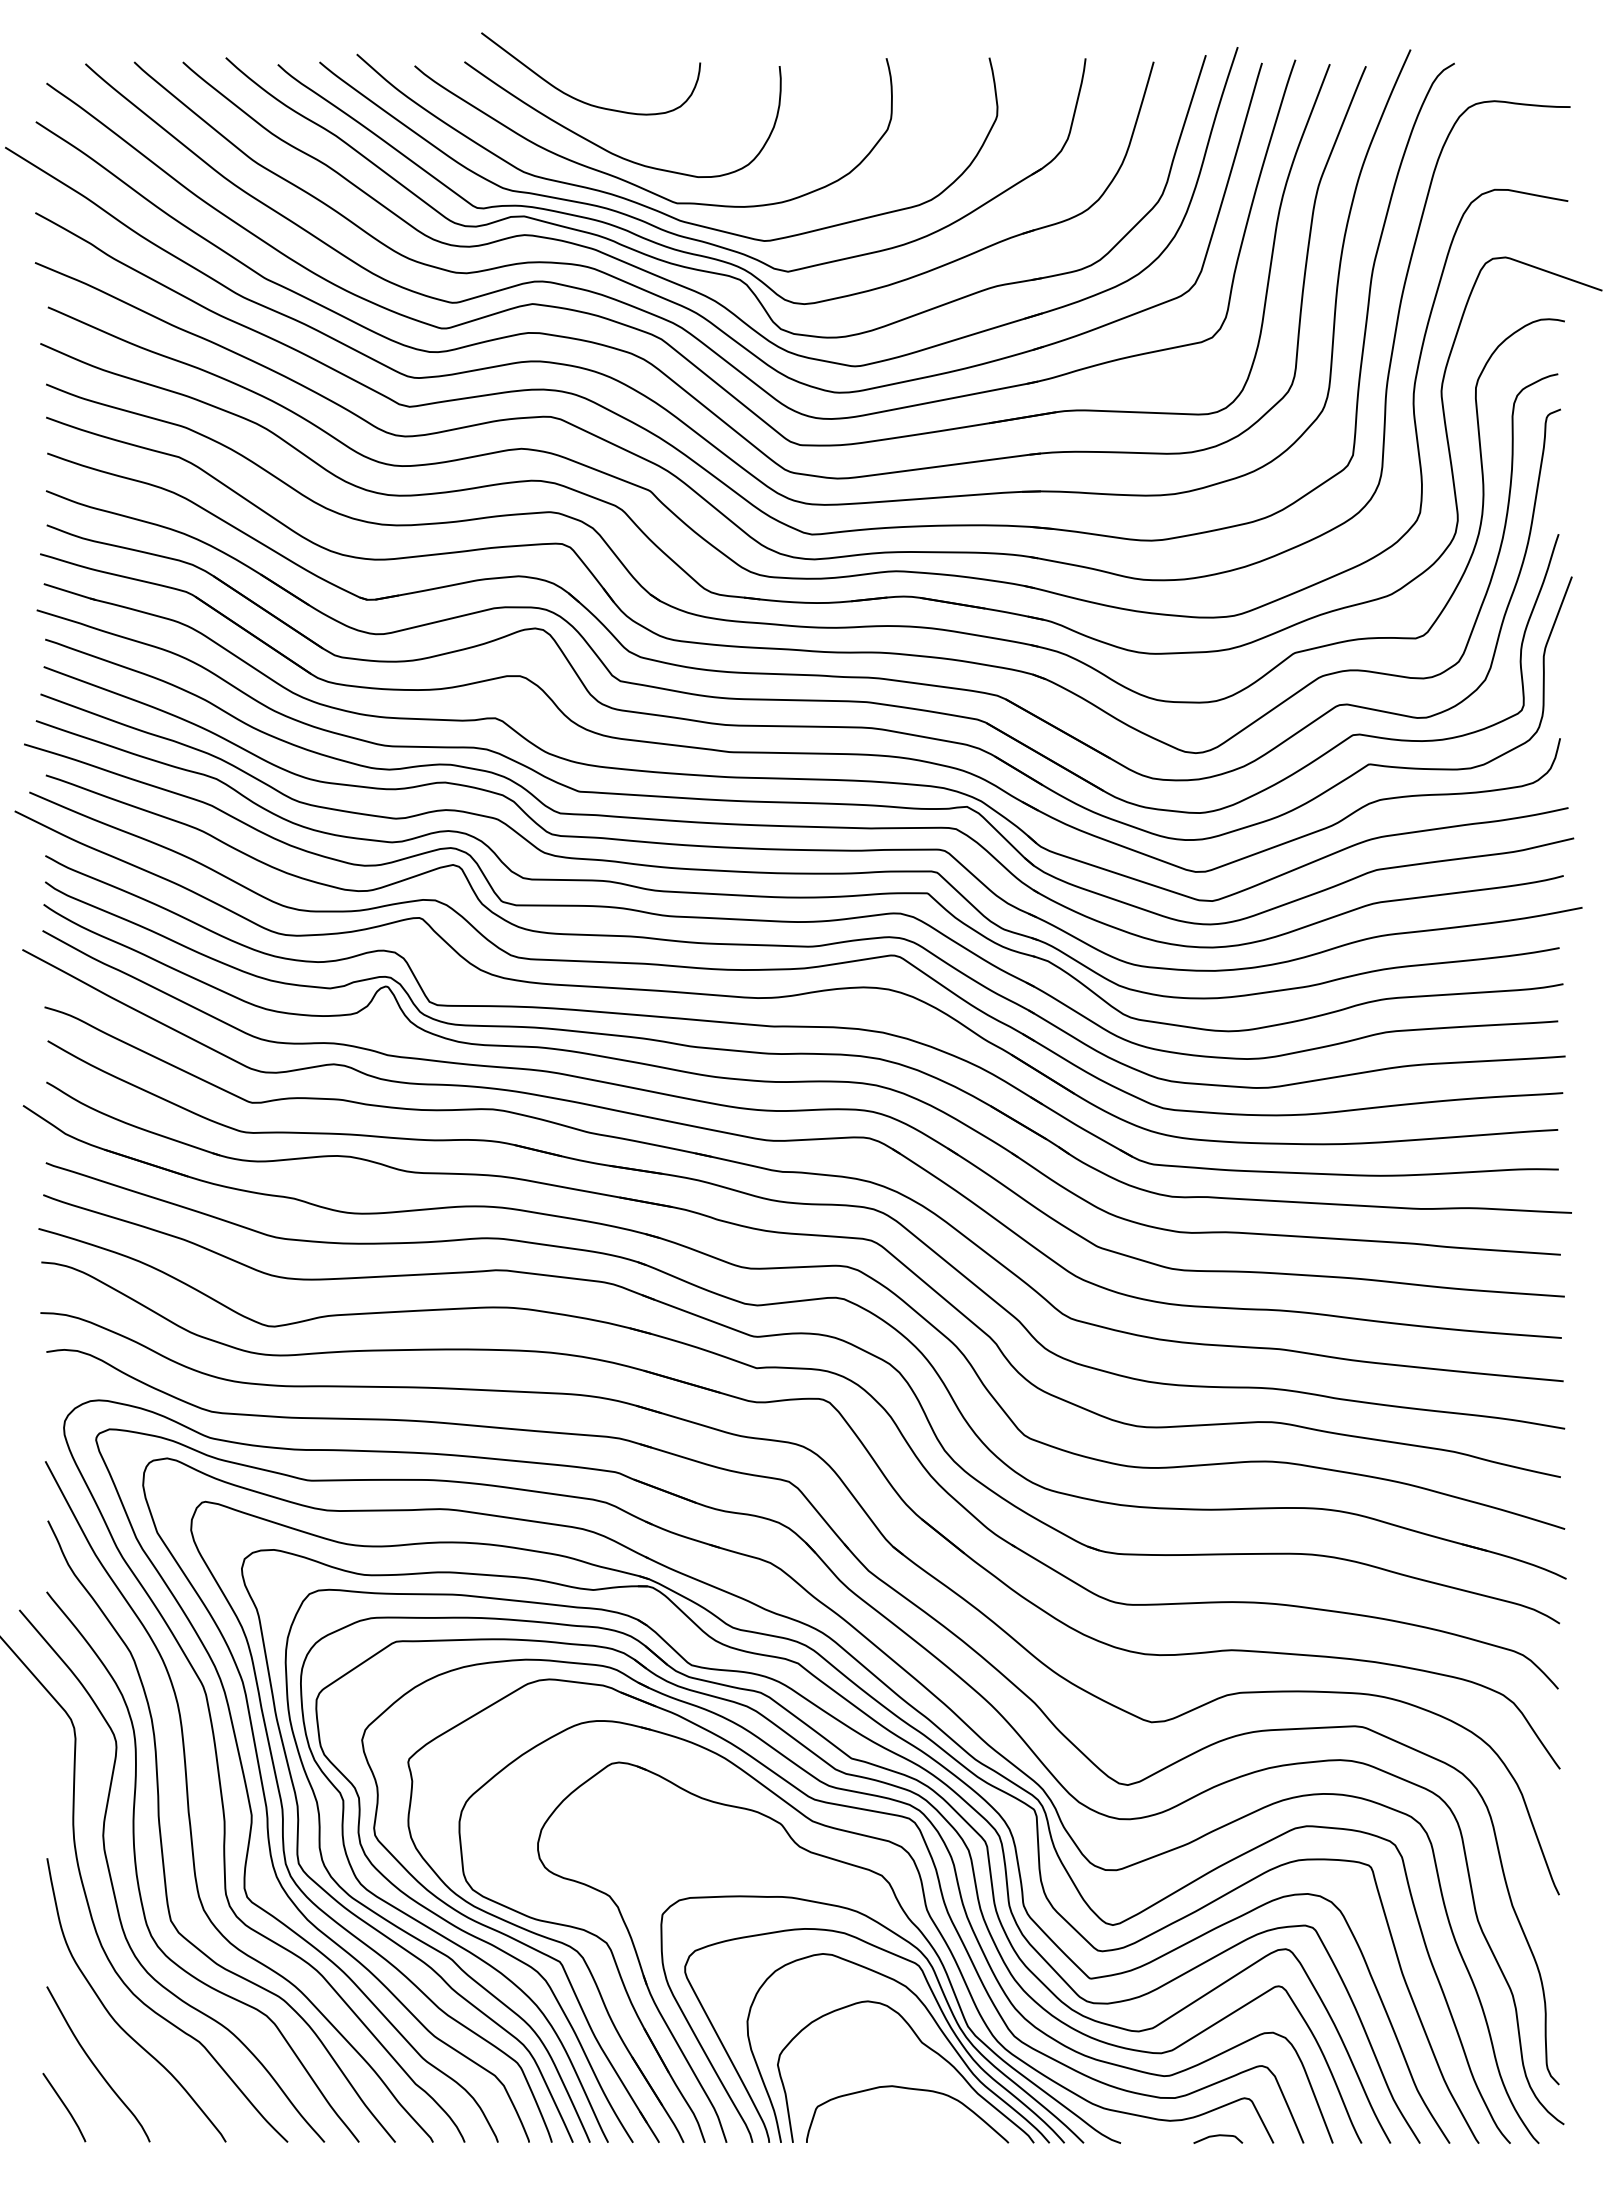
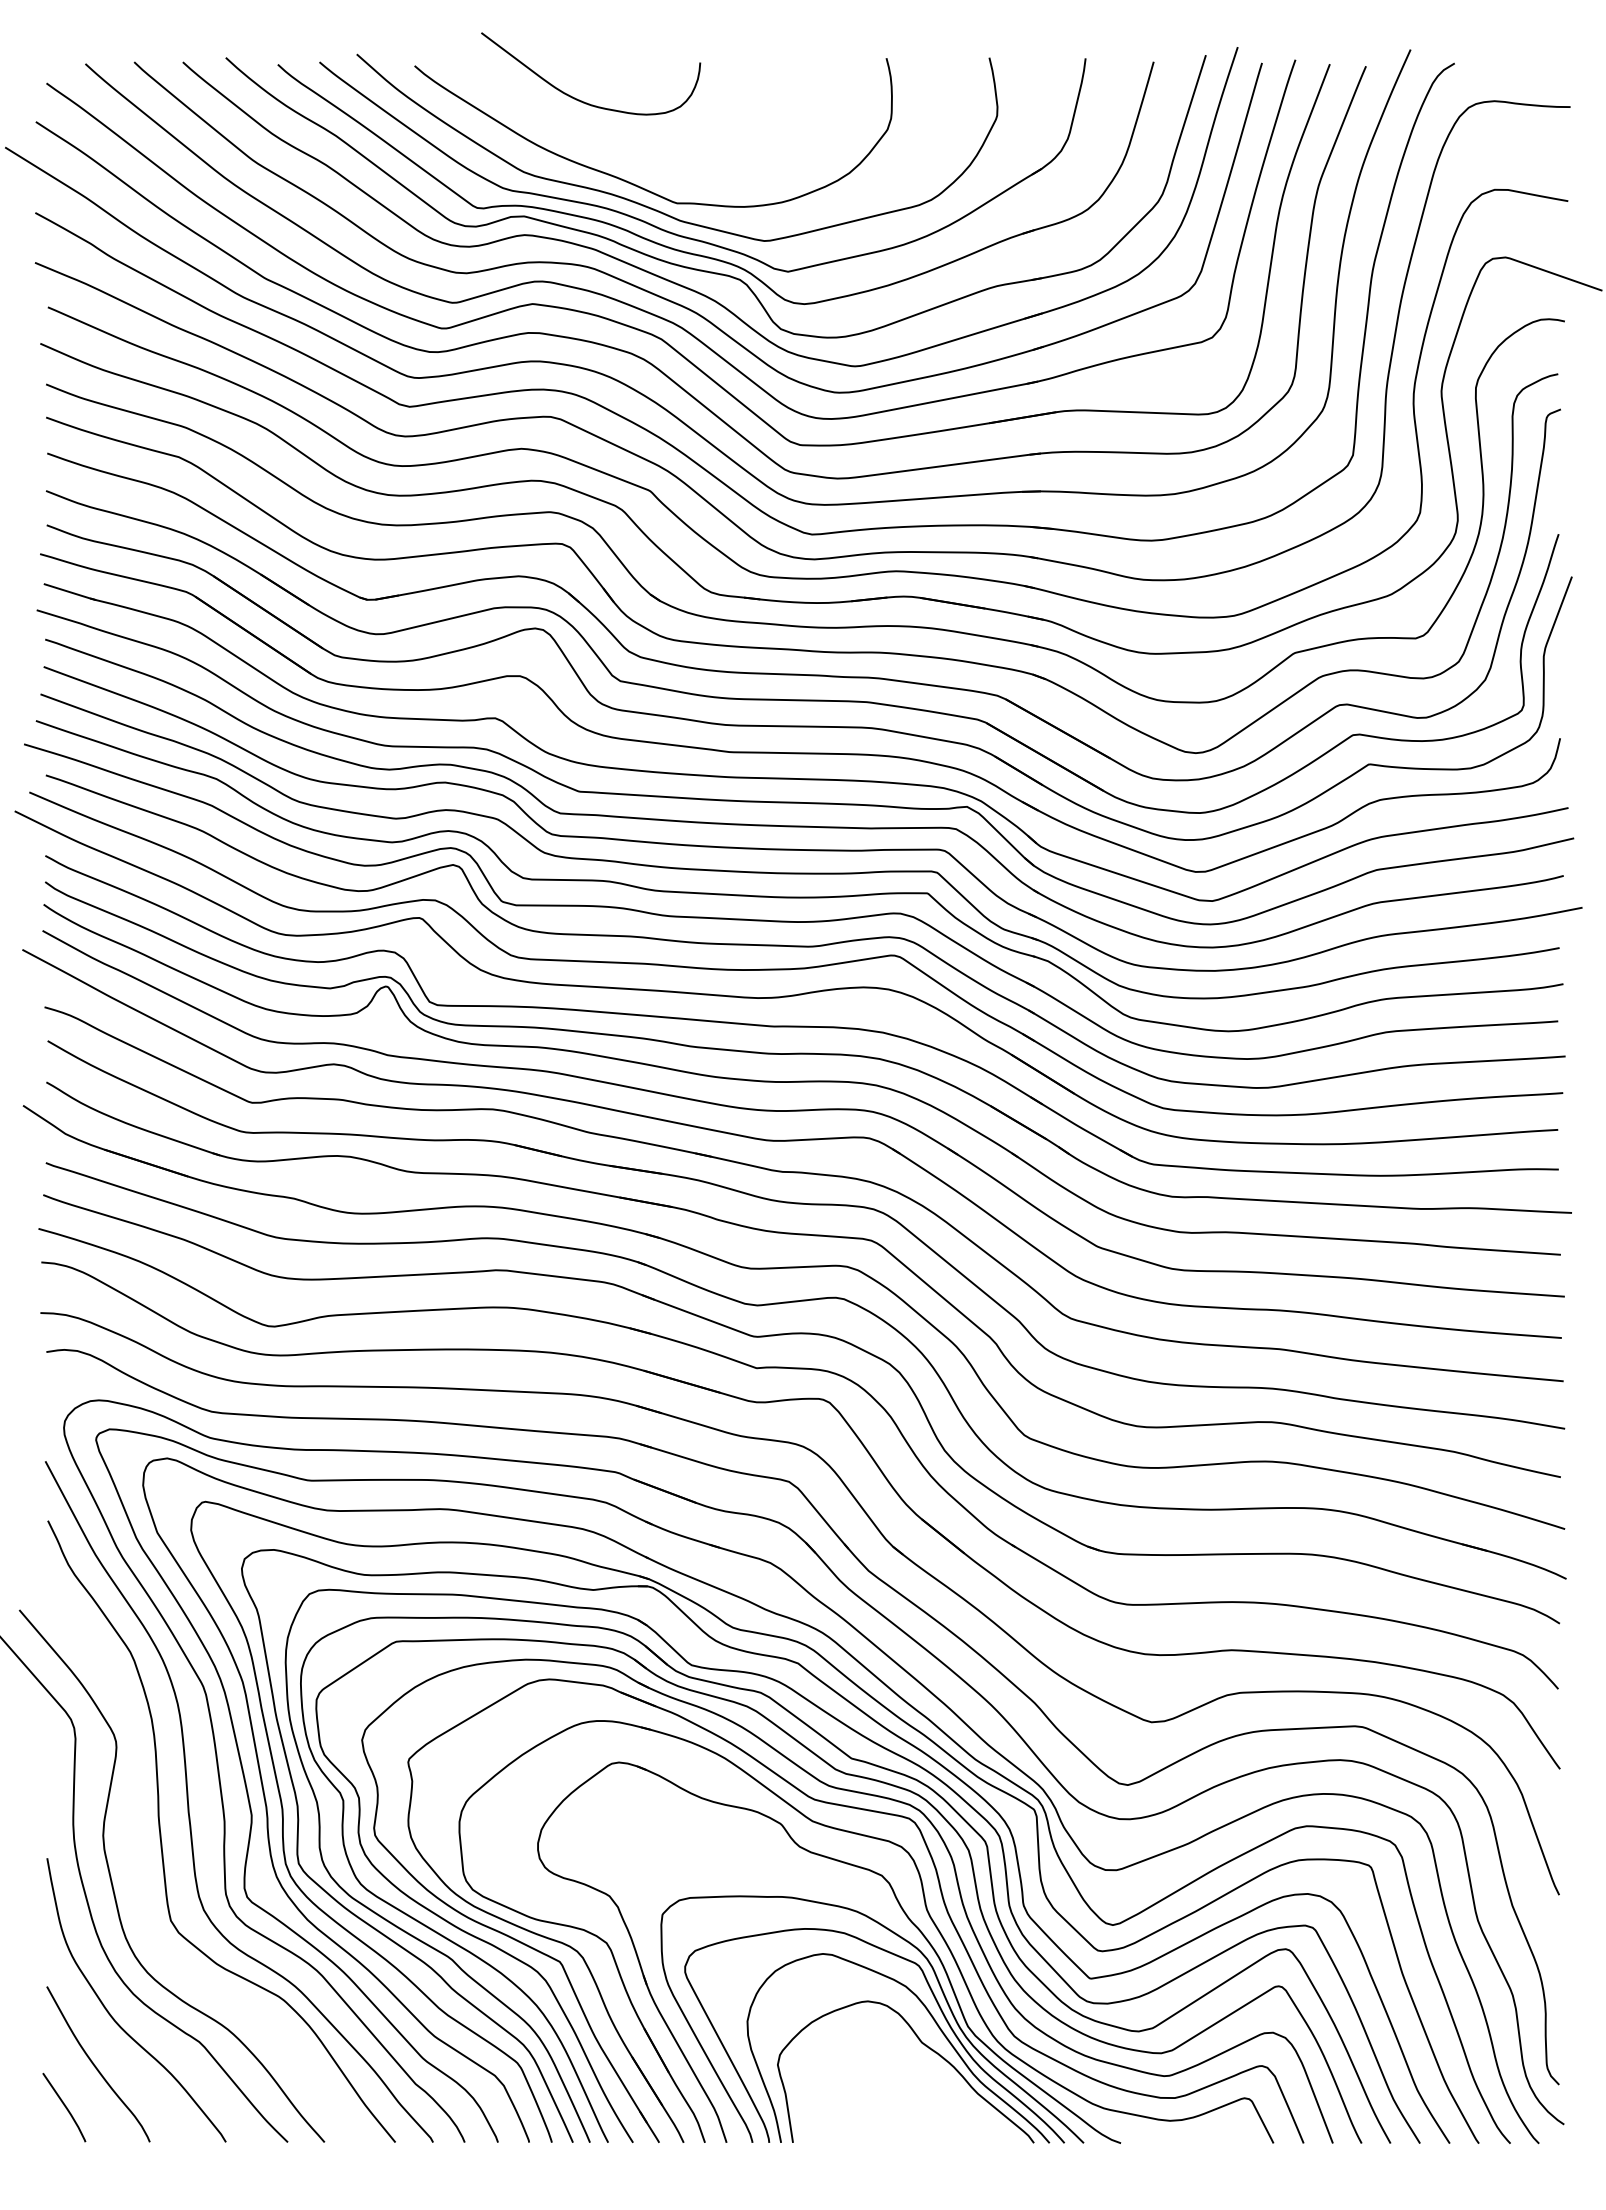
curve at (603, 147): present -> none
curve at (138, 1878): present -> none
curve at (907, 2089): present -> none
curve at (1218, 2136): present -> none
